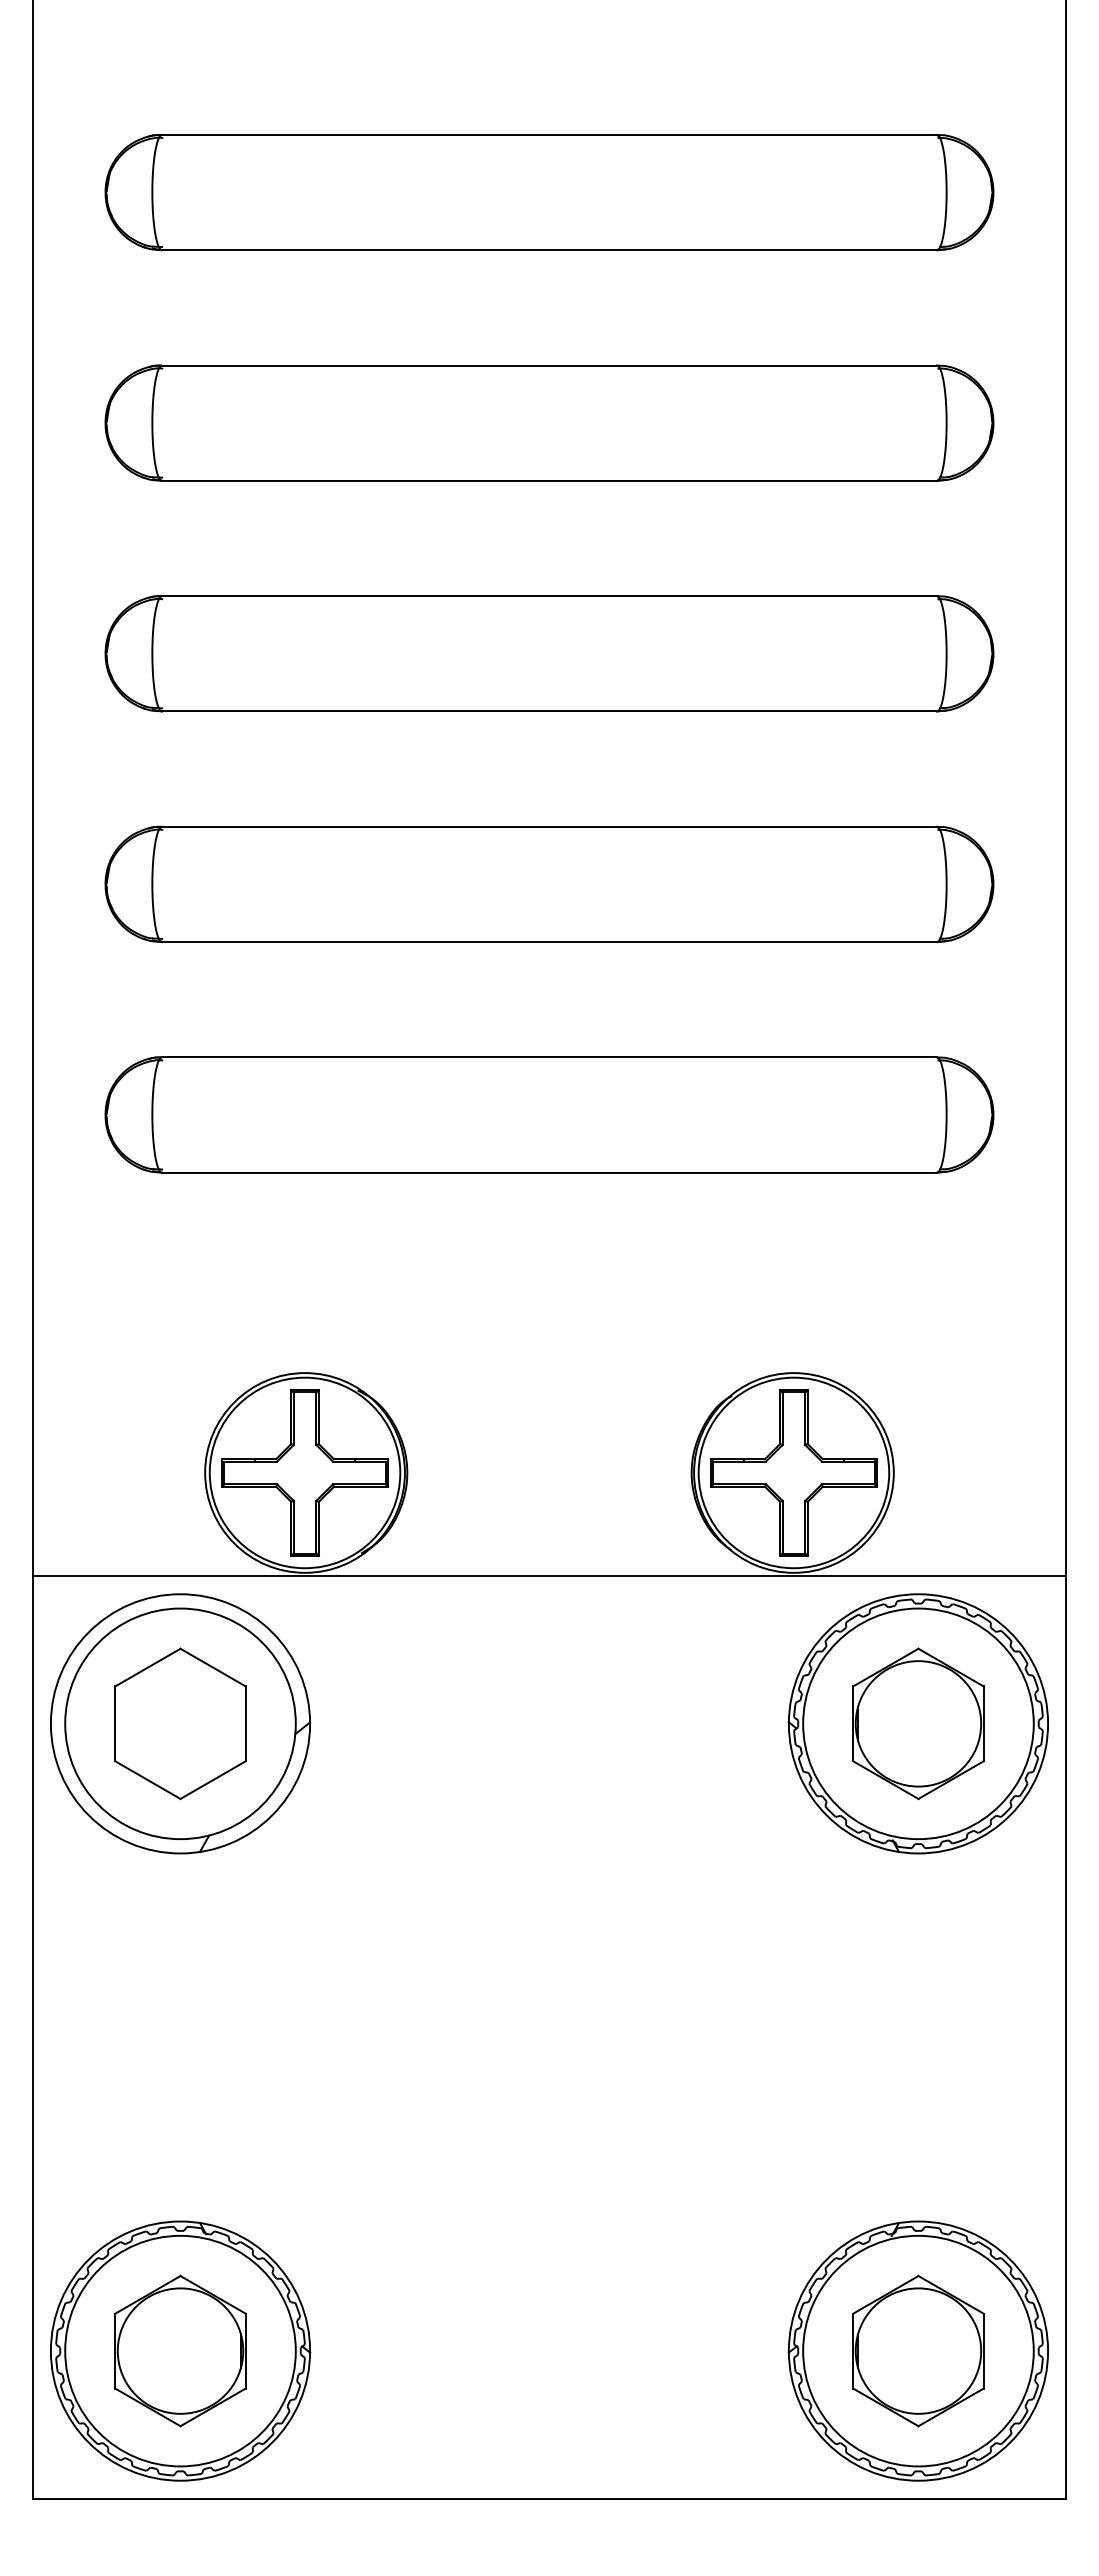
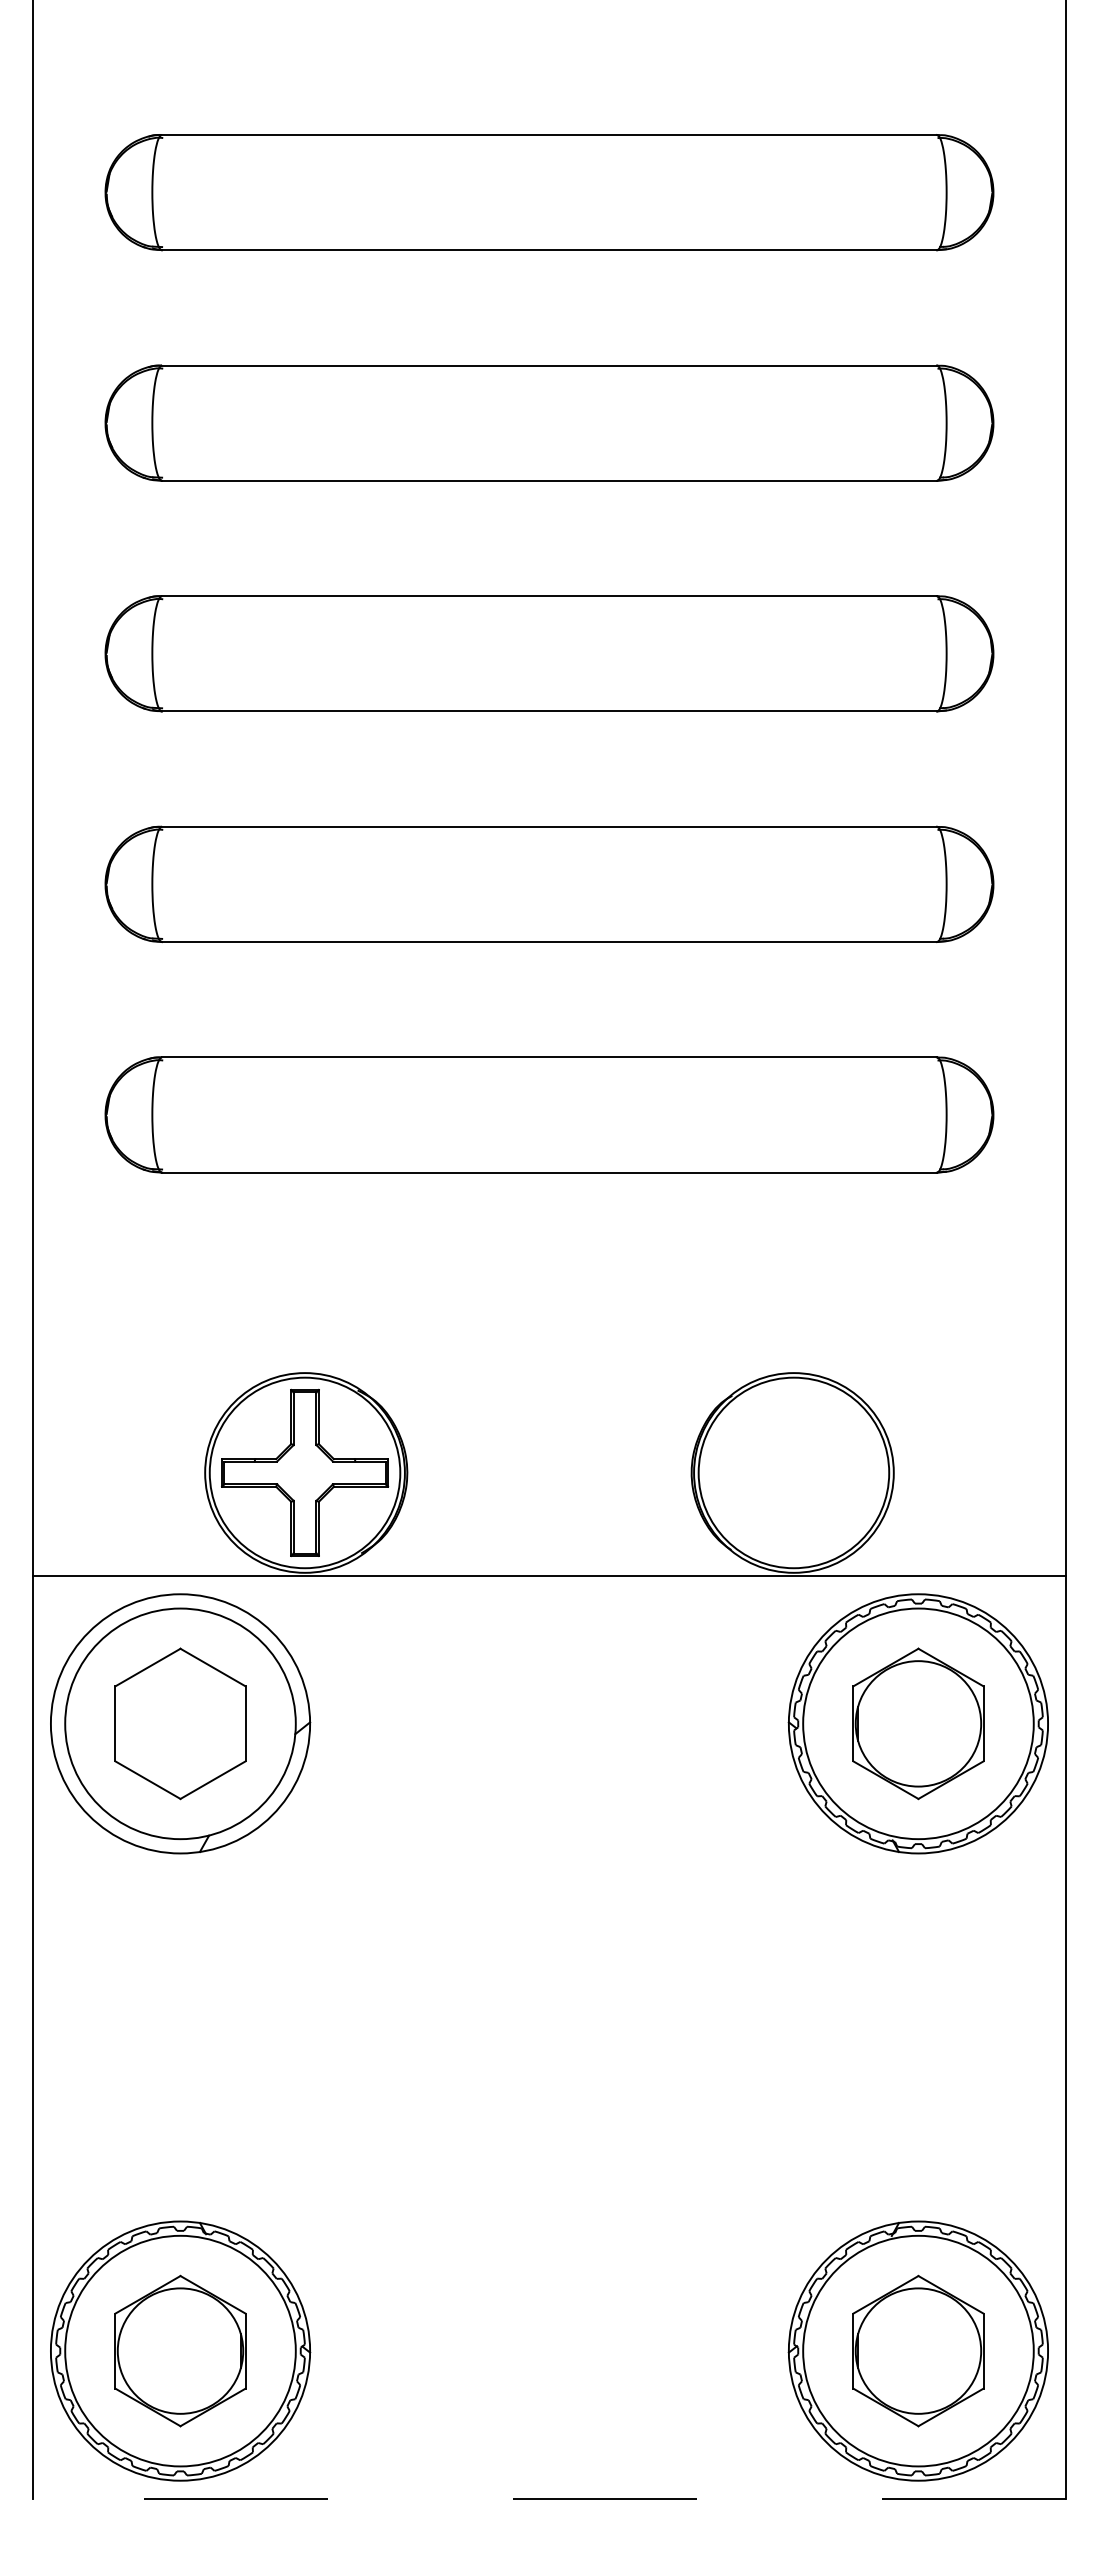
part at (793, 1472): present -> none
line at (549, 2498): solid -> dashed
